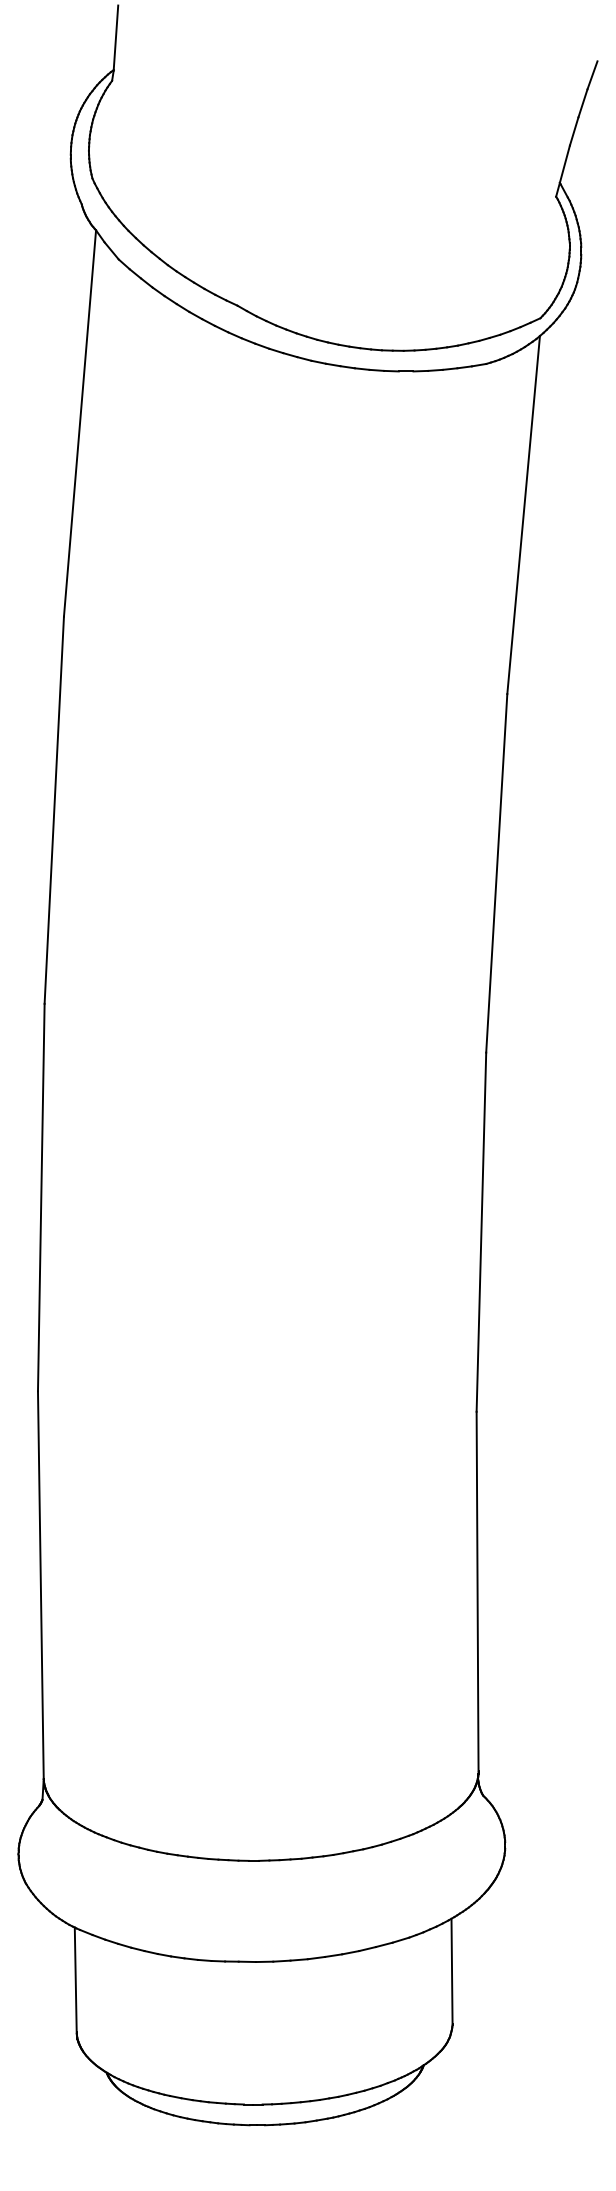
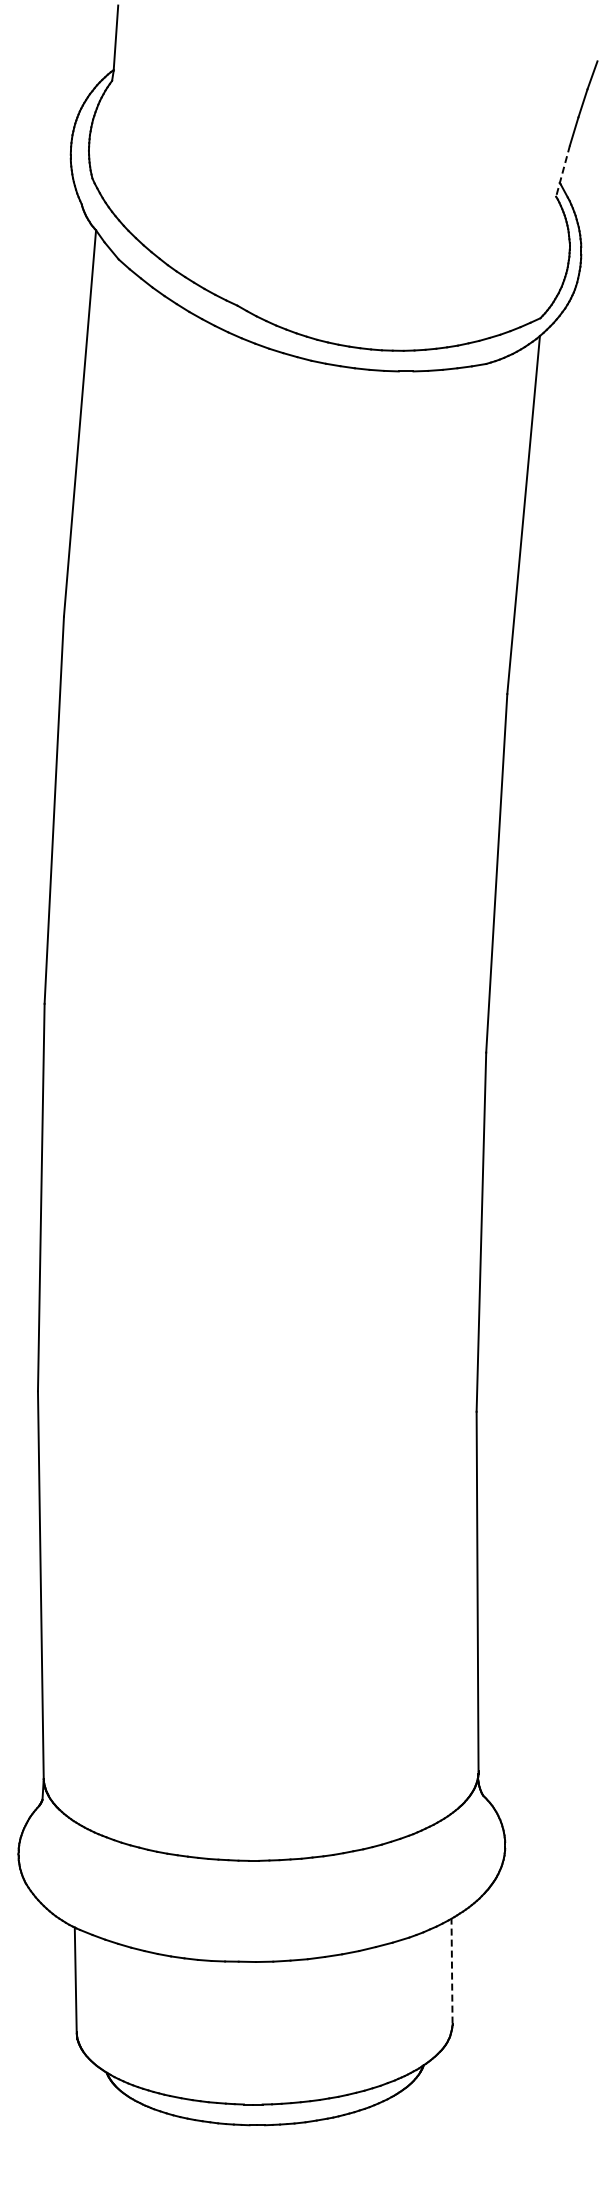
line at (562, 171): solid -> dashed
line at (452, 1970): solid -> dashed
